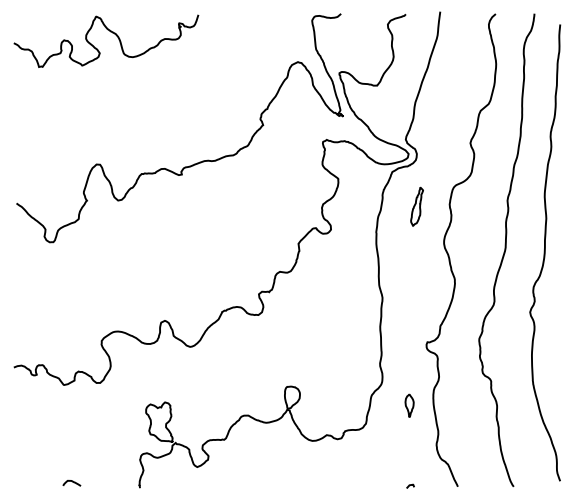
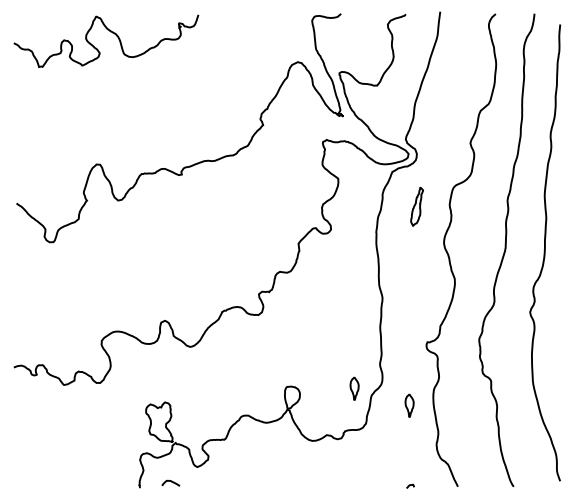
part at (354, 388): none -> present
curve at (71, 481) position: (71, 481) -> (170, 481)
